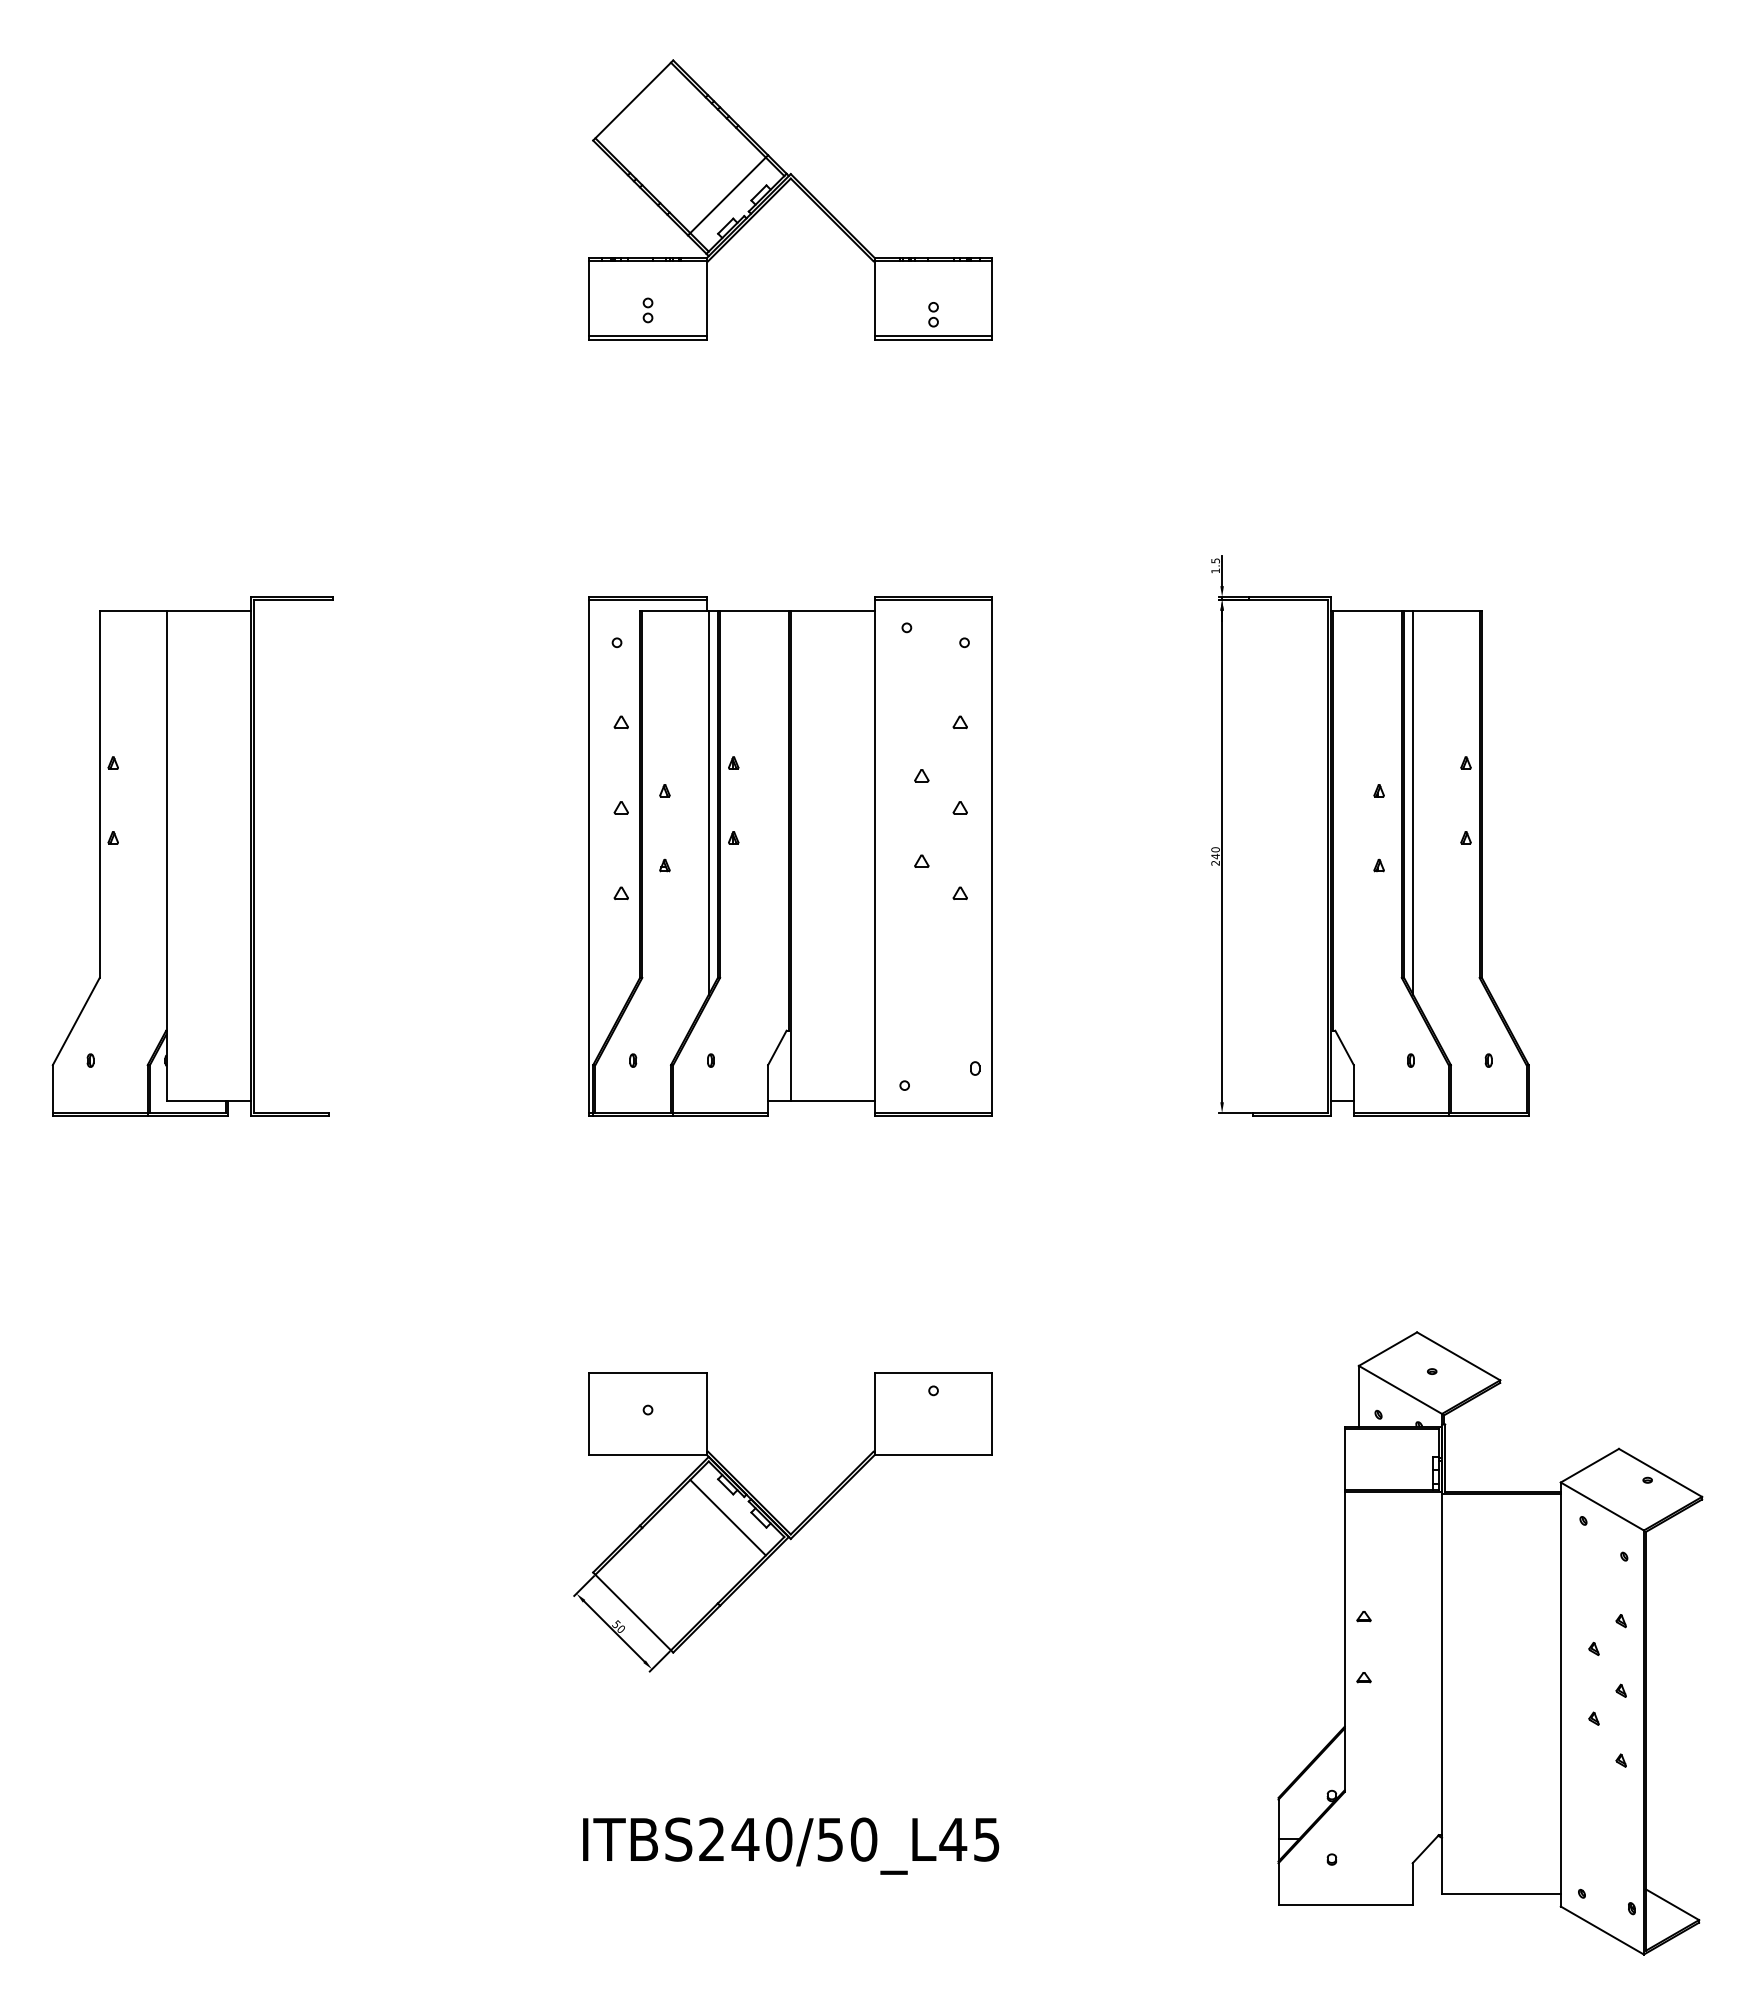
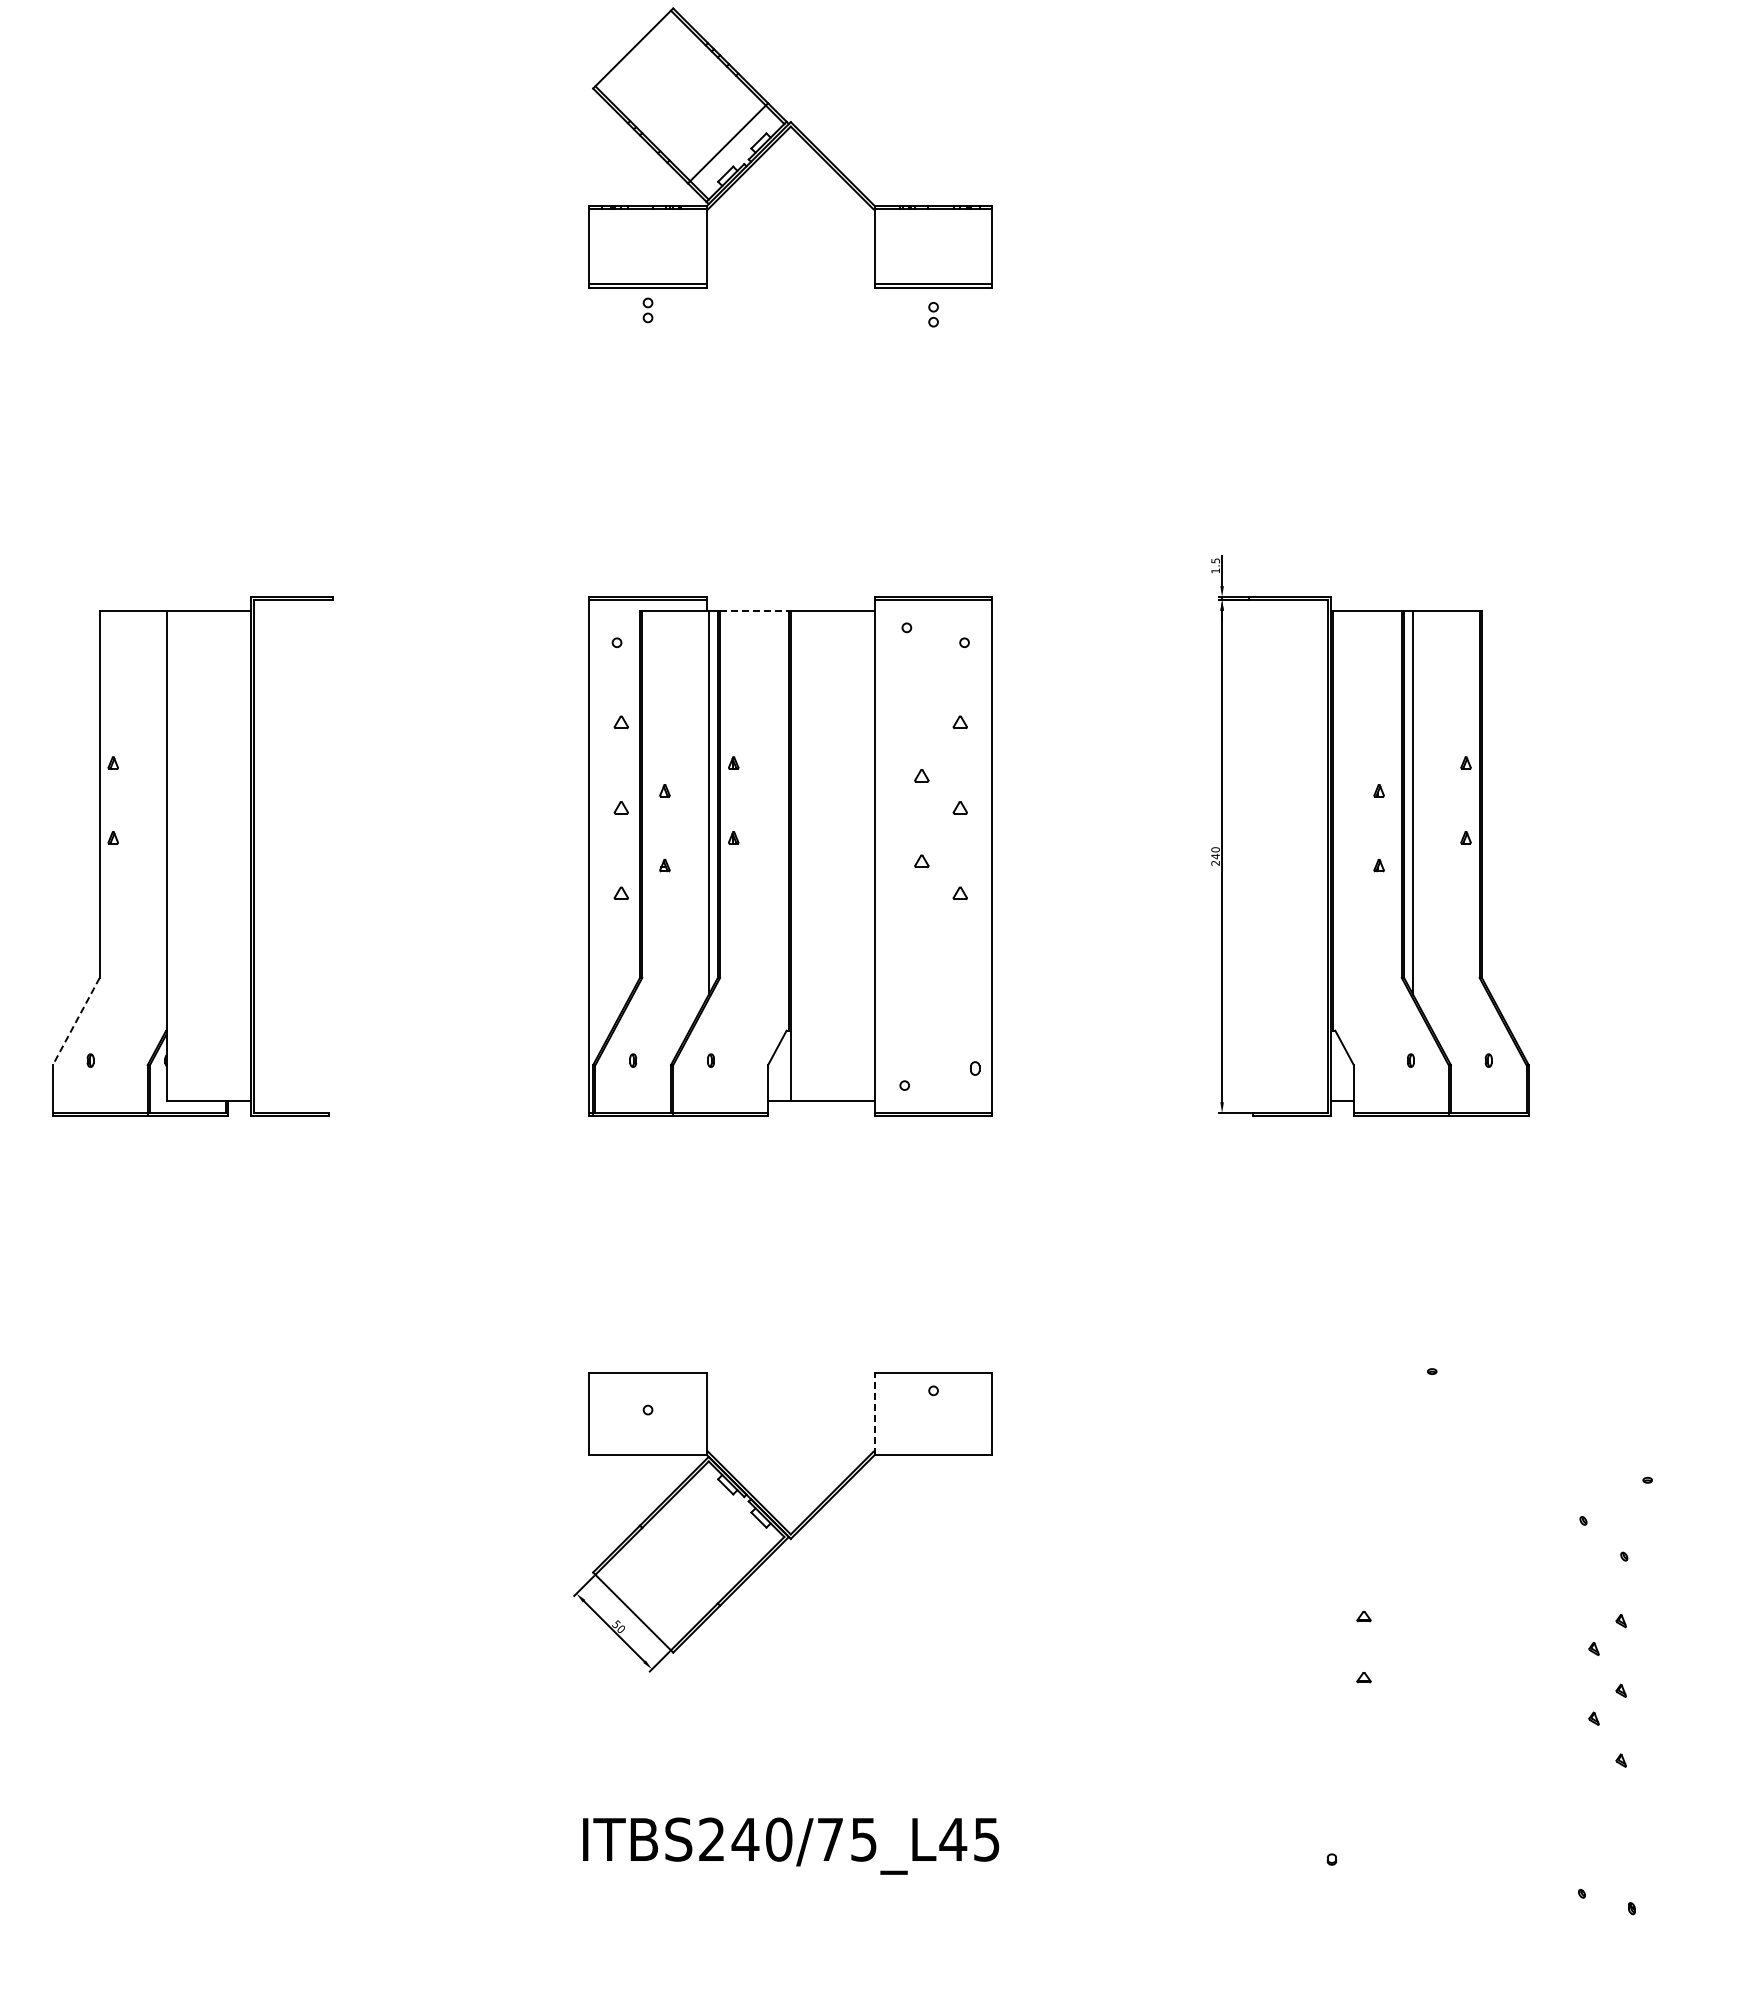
part at (781, 189) position: (781, 189) -> (781, 137)
line at (754, 610): solid -> dashed
line at (76, 1021): solid -> dashed
line at (874, 1413): solid -> dashed
line at (727, 1517): present -> none
part at (1490, 1643): present -> none
text at (847, 1839): ITBS240/50_L45 -> ITBS240/75_L45
